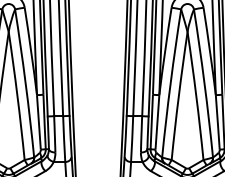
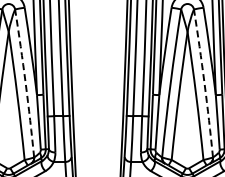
arc at (25, 83): solid -> dashed
arc at (204, 83): solid -> dashed
